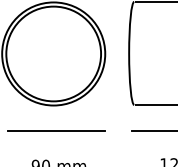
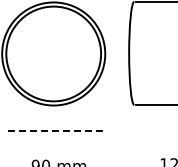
line at (57, 131): solid -> dashed
line at (152, 131): present -> none
